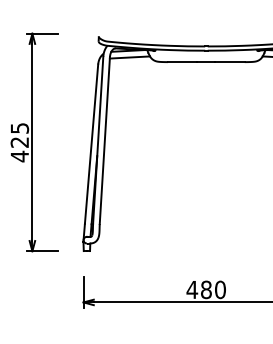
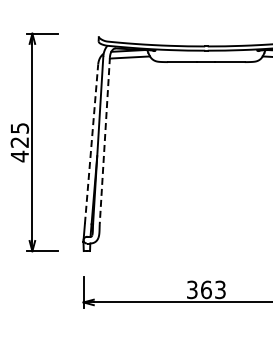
line at (104, 140): solid -> dashed
line at (91, 144): solid -> dashed
text at (205, 289): 480 -> 363
